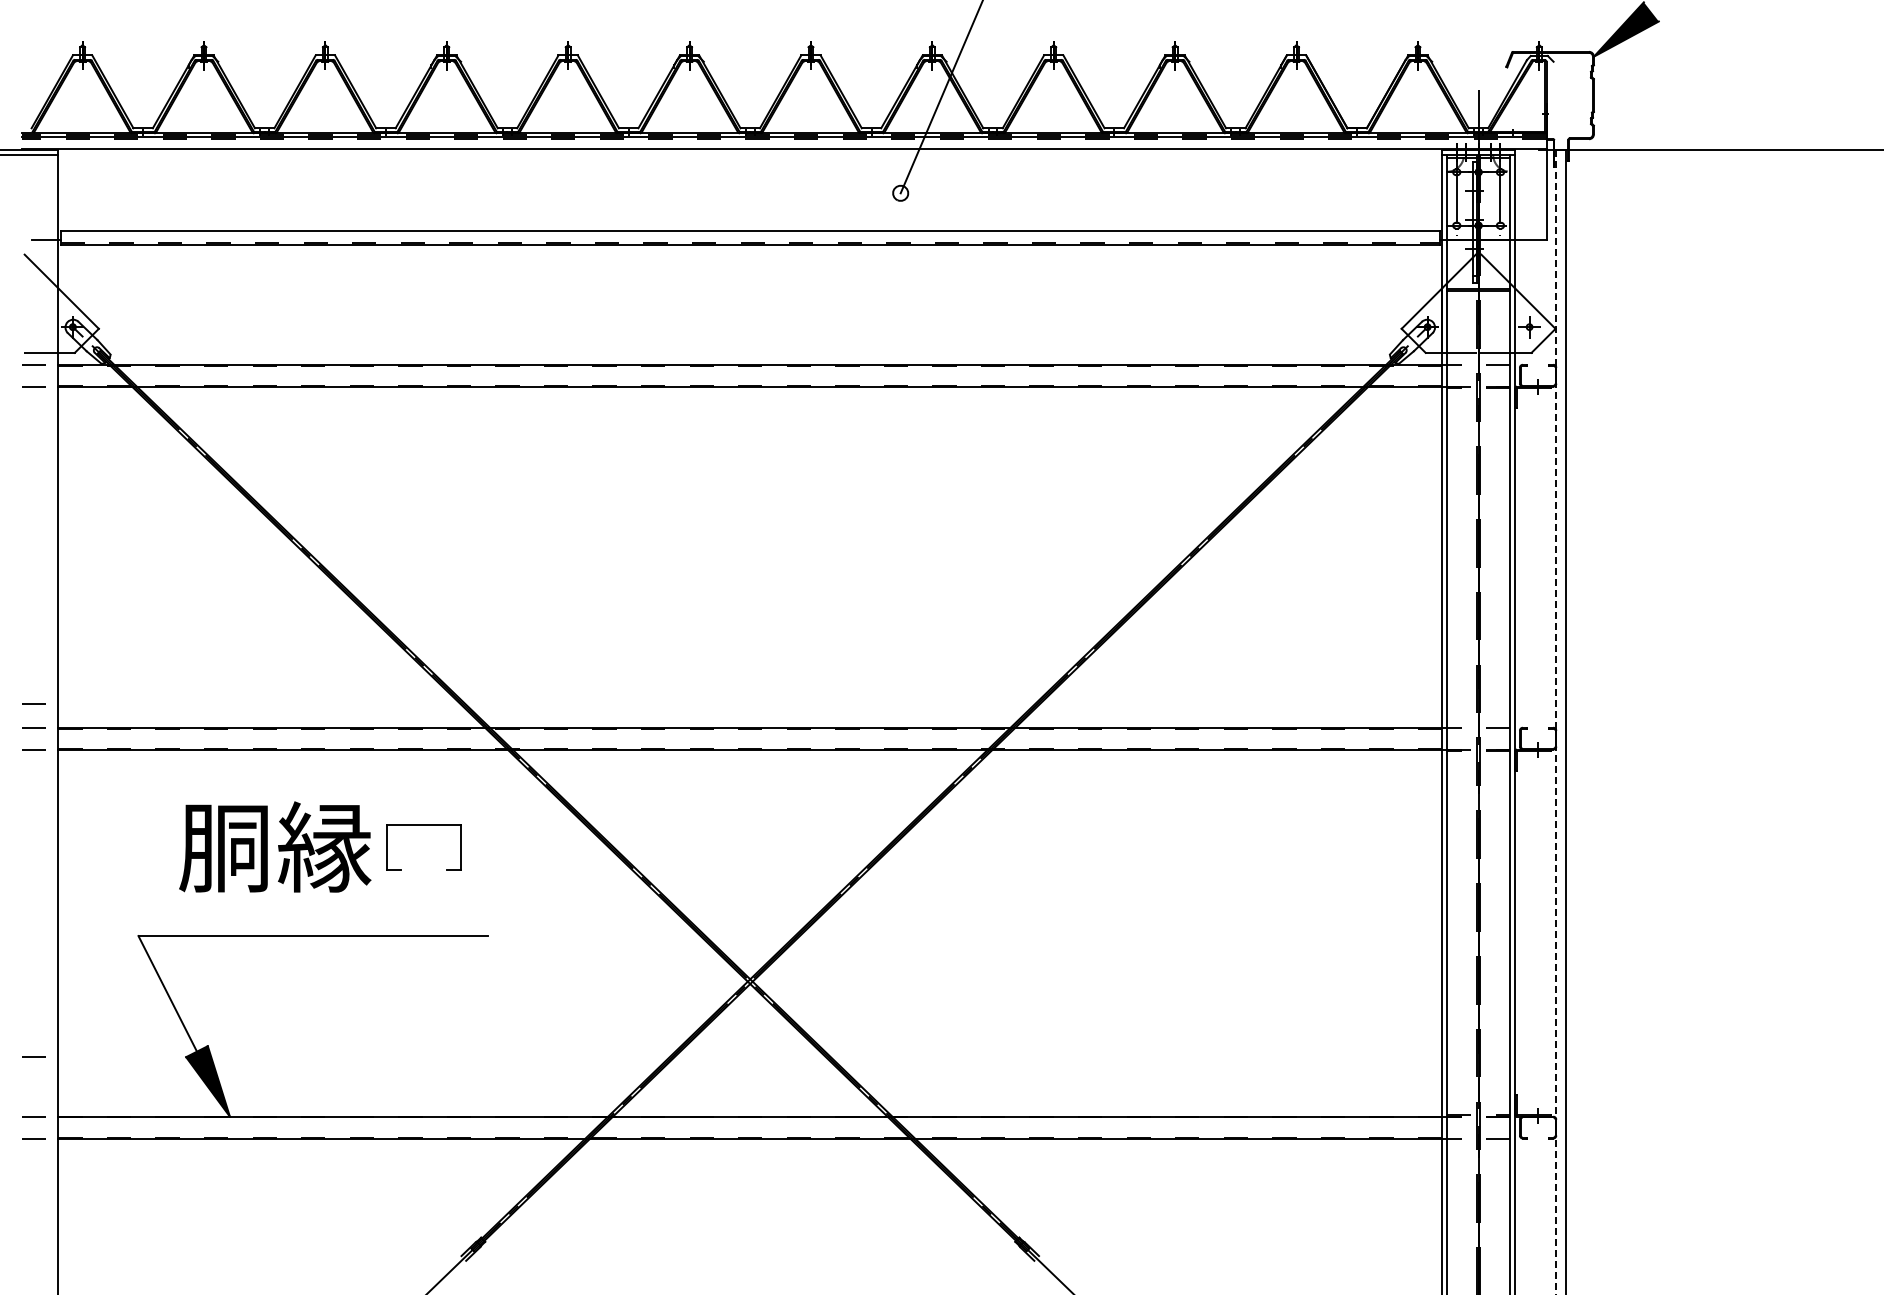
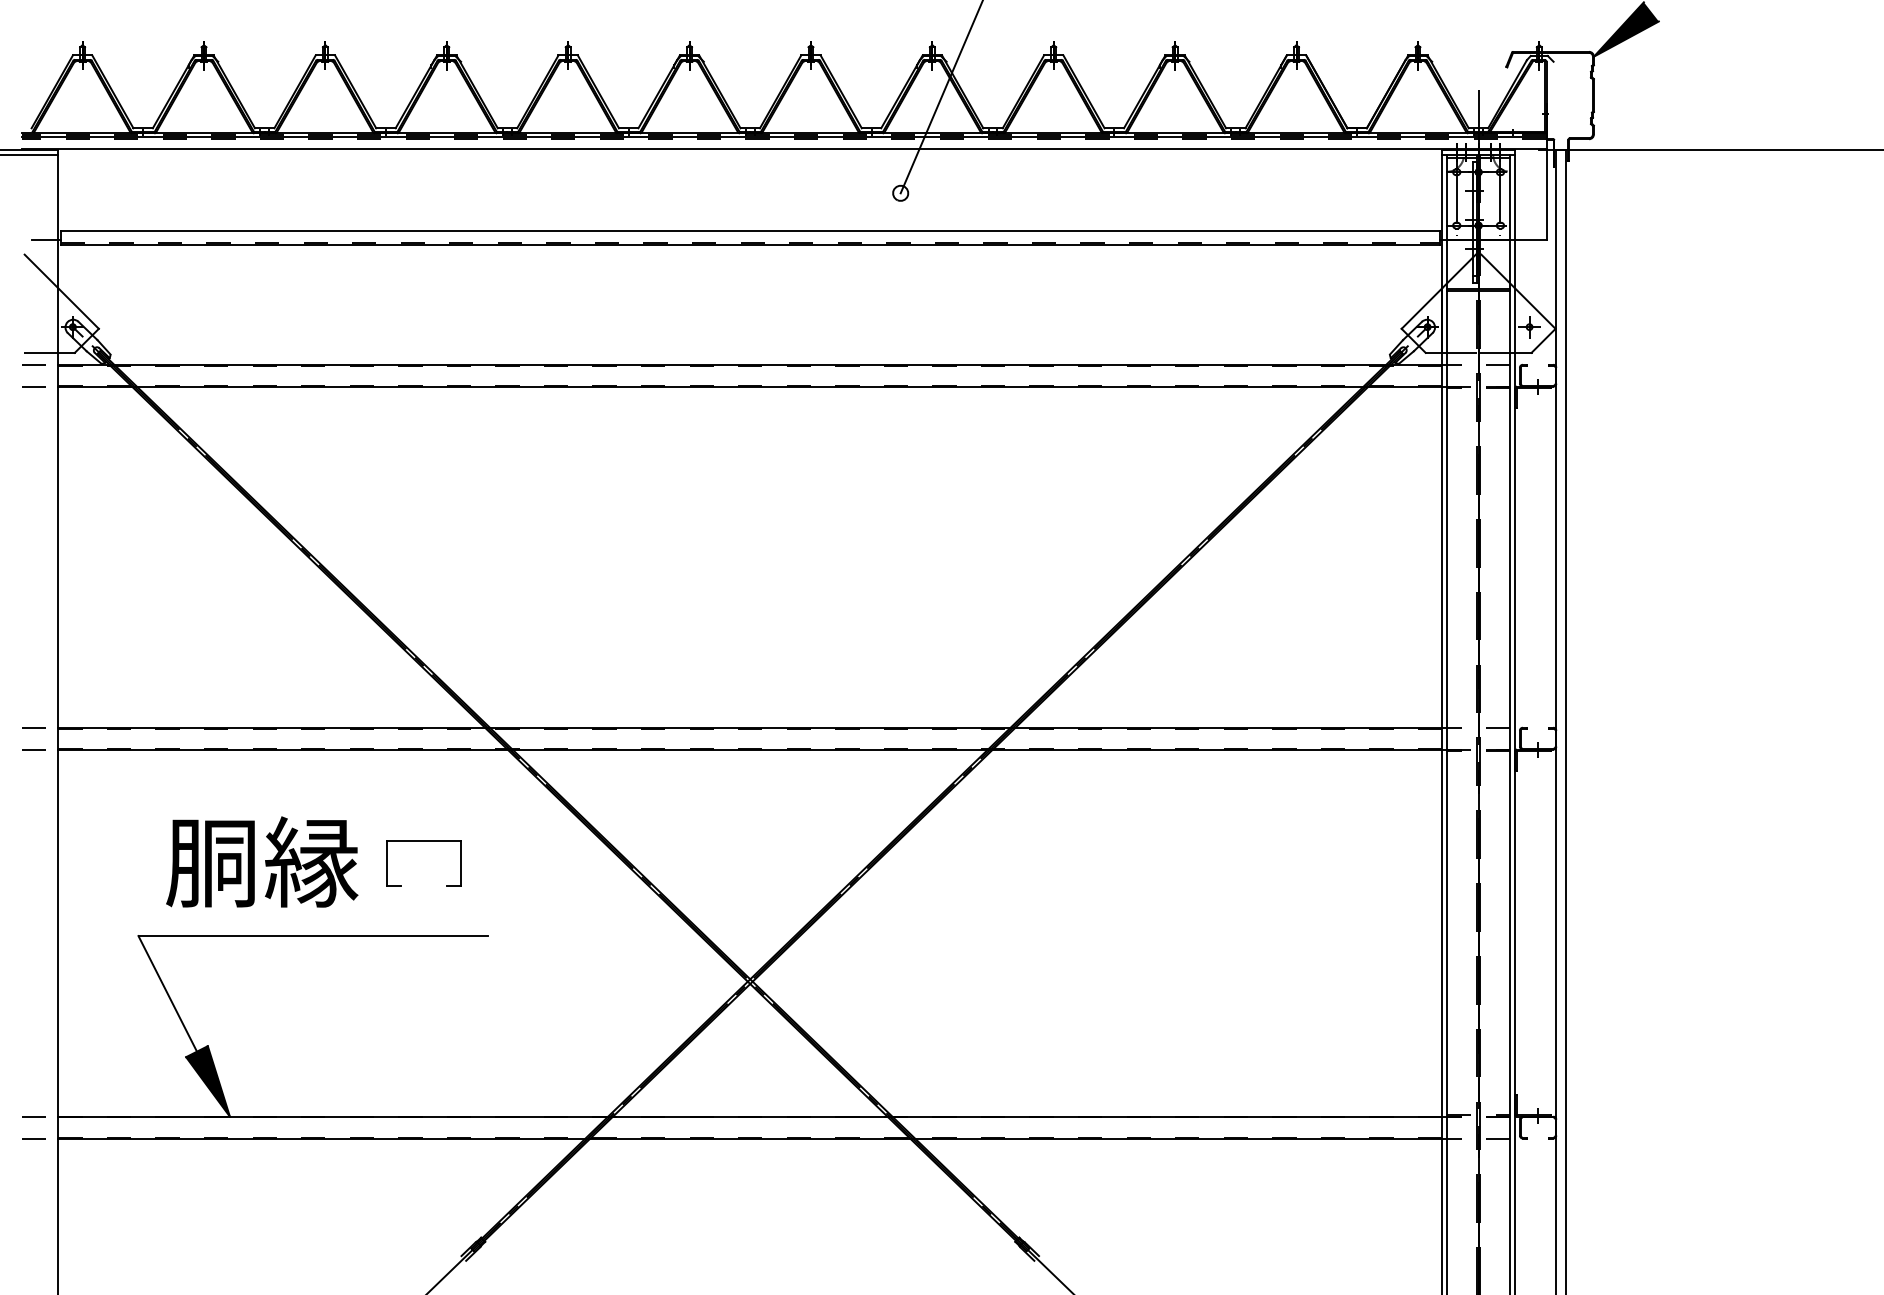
line at (33, 703): present -> none
line at (1556, 723): dashed -> solid
part at (423, 825) position: (423, 825) -> (423, 841)
text at (275, 846) position: (275, 846) -> (262, 861)
line at (33, 1056): present -> none
